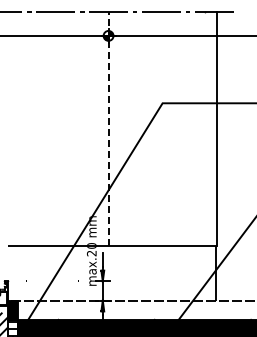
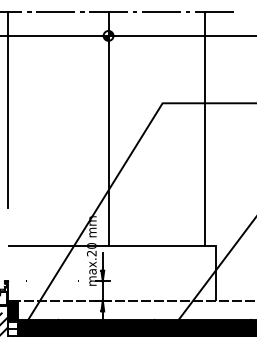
line at (8, 109): none -> present
line at (108, 128): dashed -> solid
line at (216, 128) position: (216, 128) -> (204, 128)
